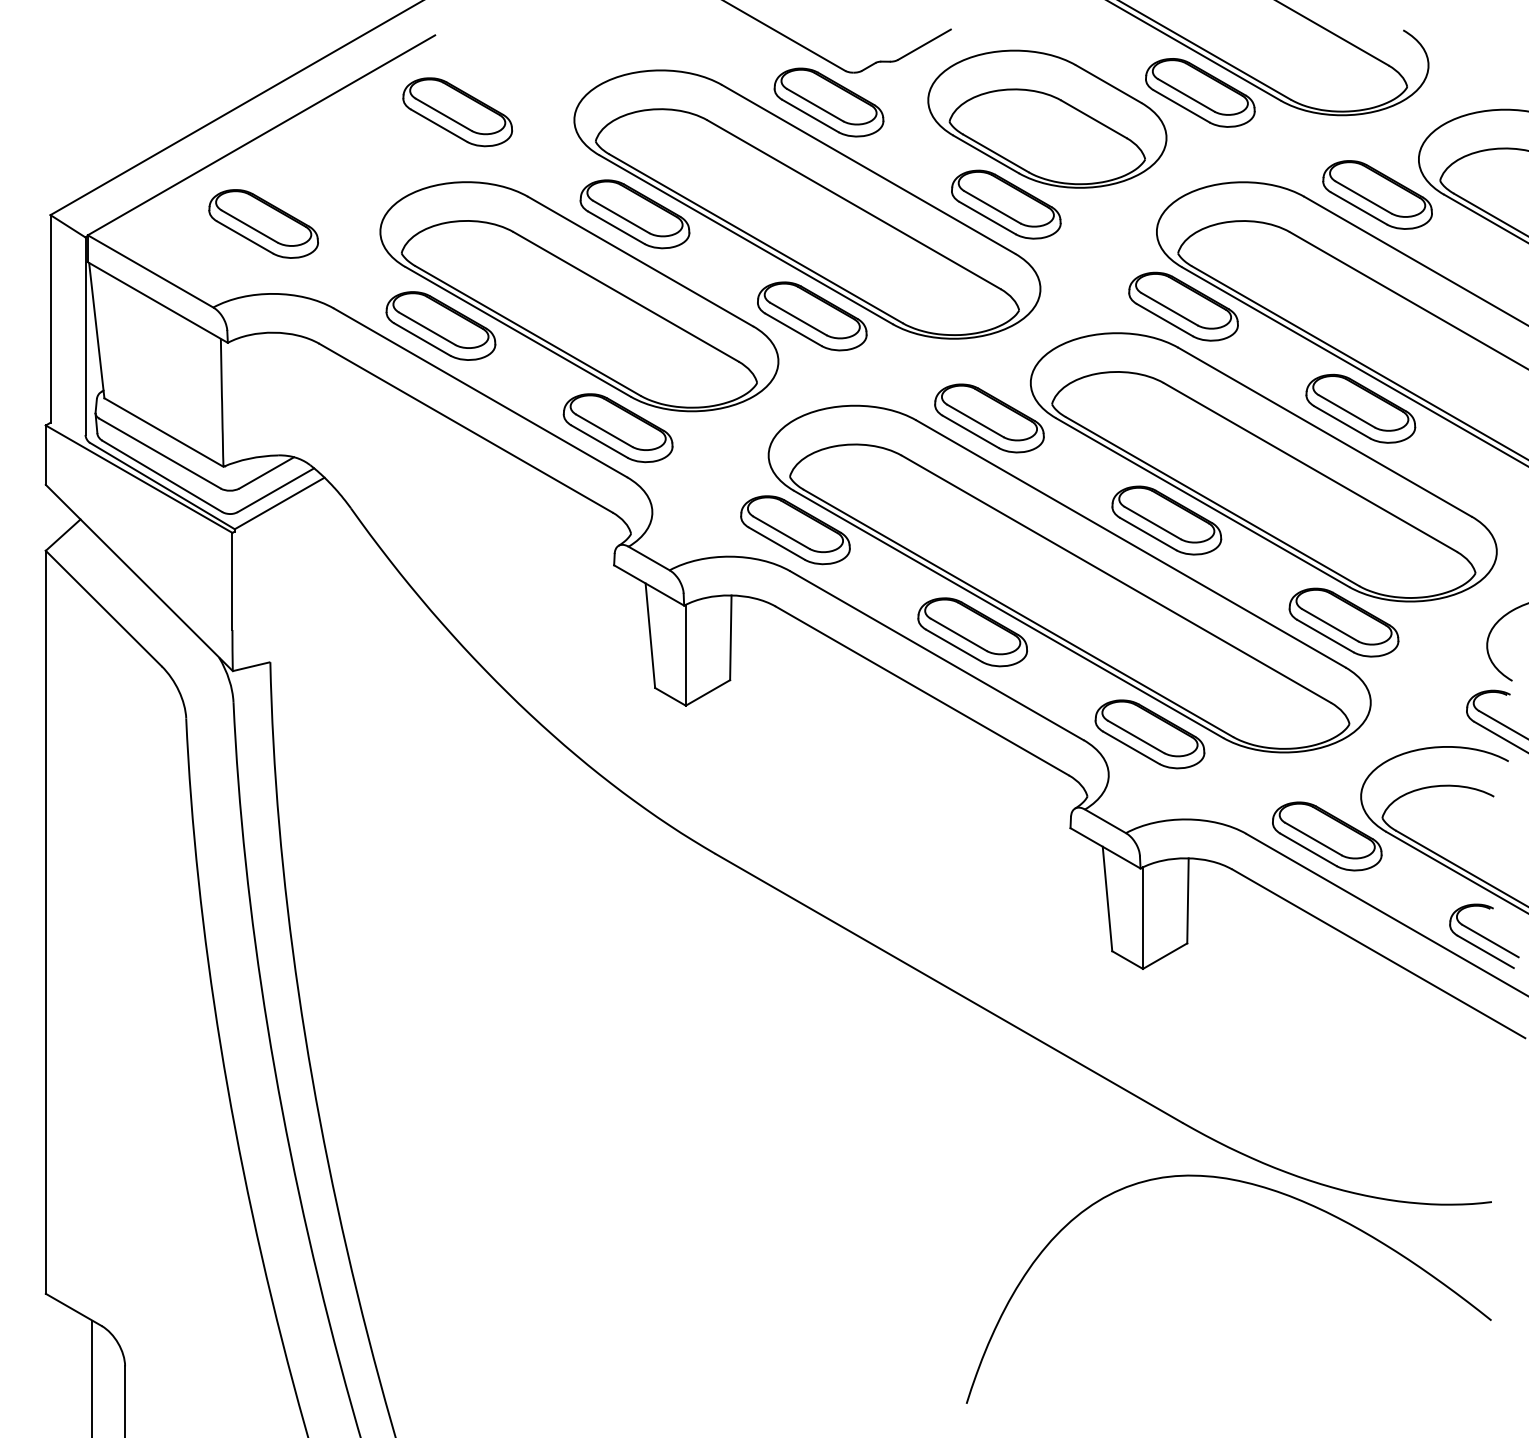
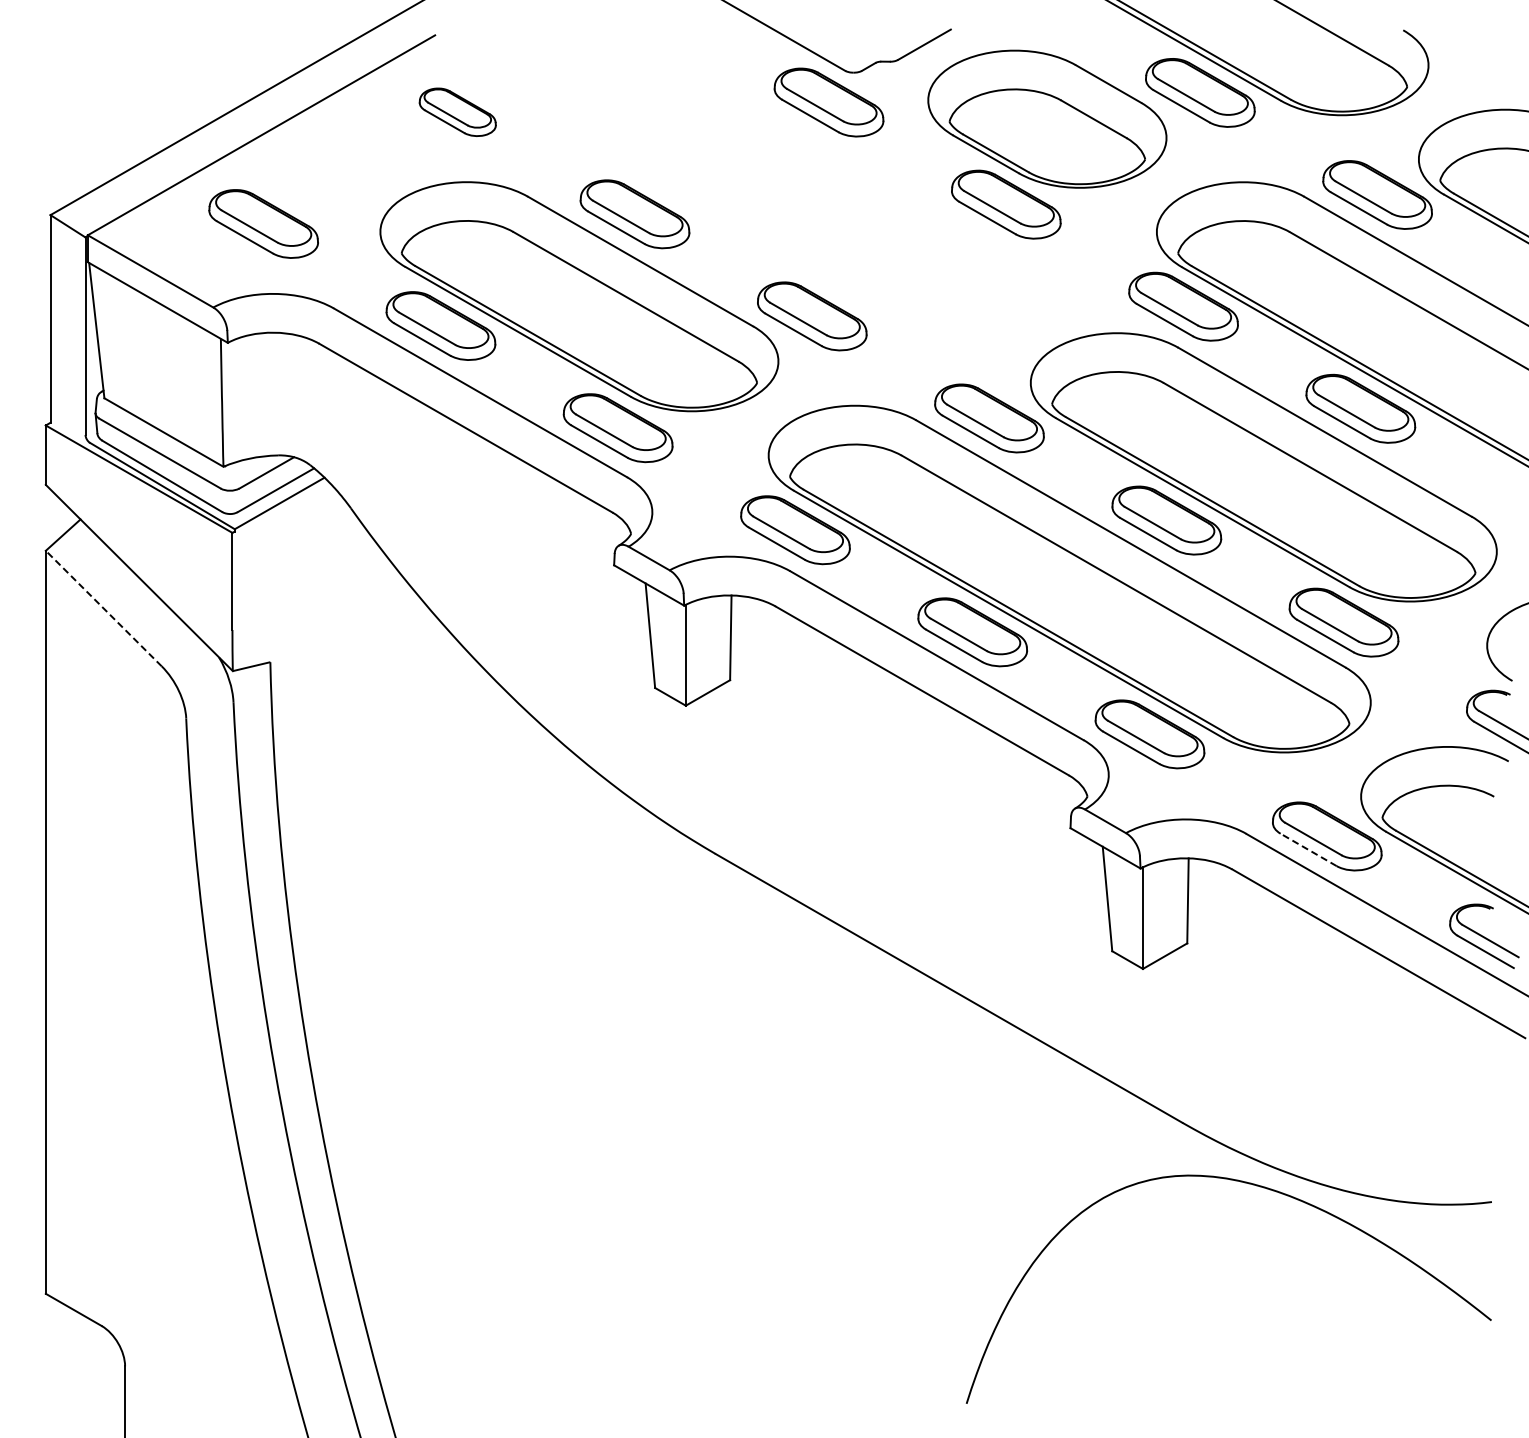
part at (457, 112) size: 112x71 px -> 79x50 px
part at (807, 204): present -> none
line at (103, 608): solid -> dashed
line at (1308, 849): solid -> dashed
line at (92, 1377): present -> none
